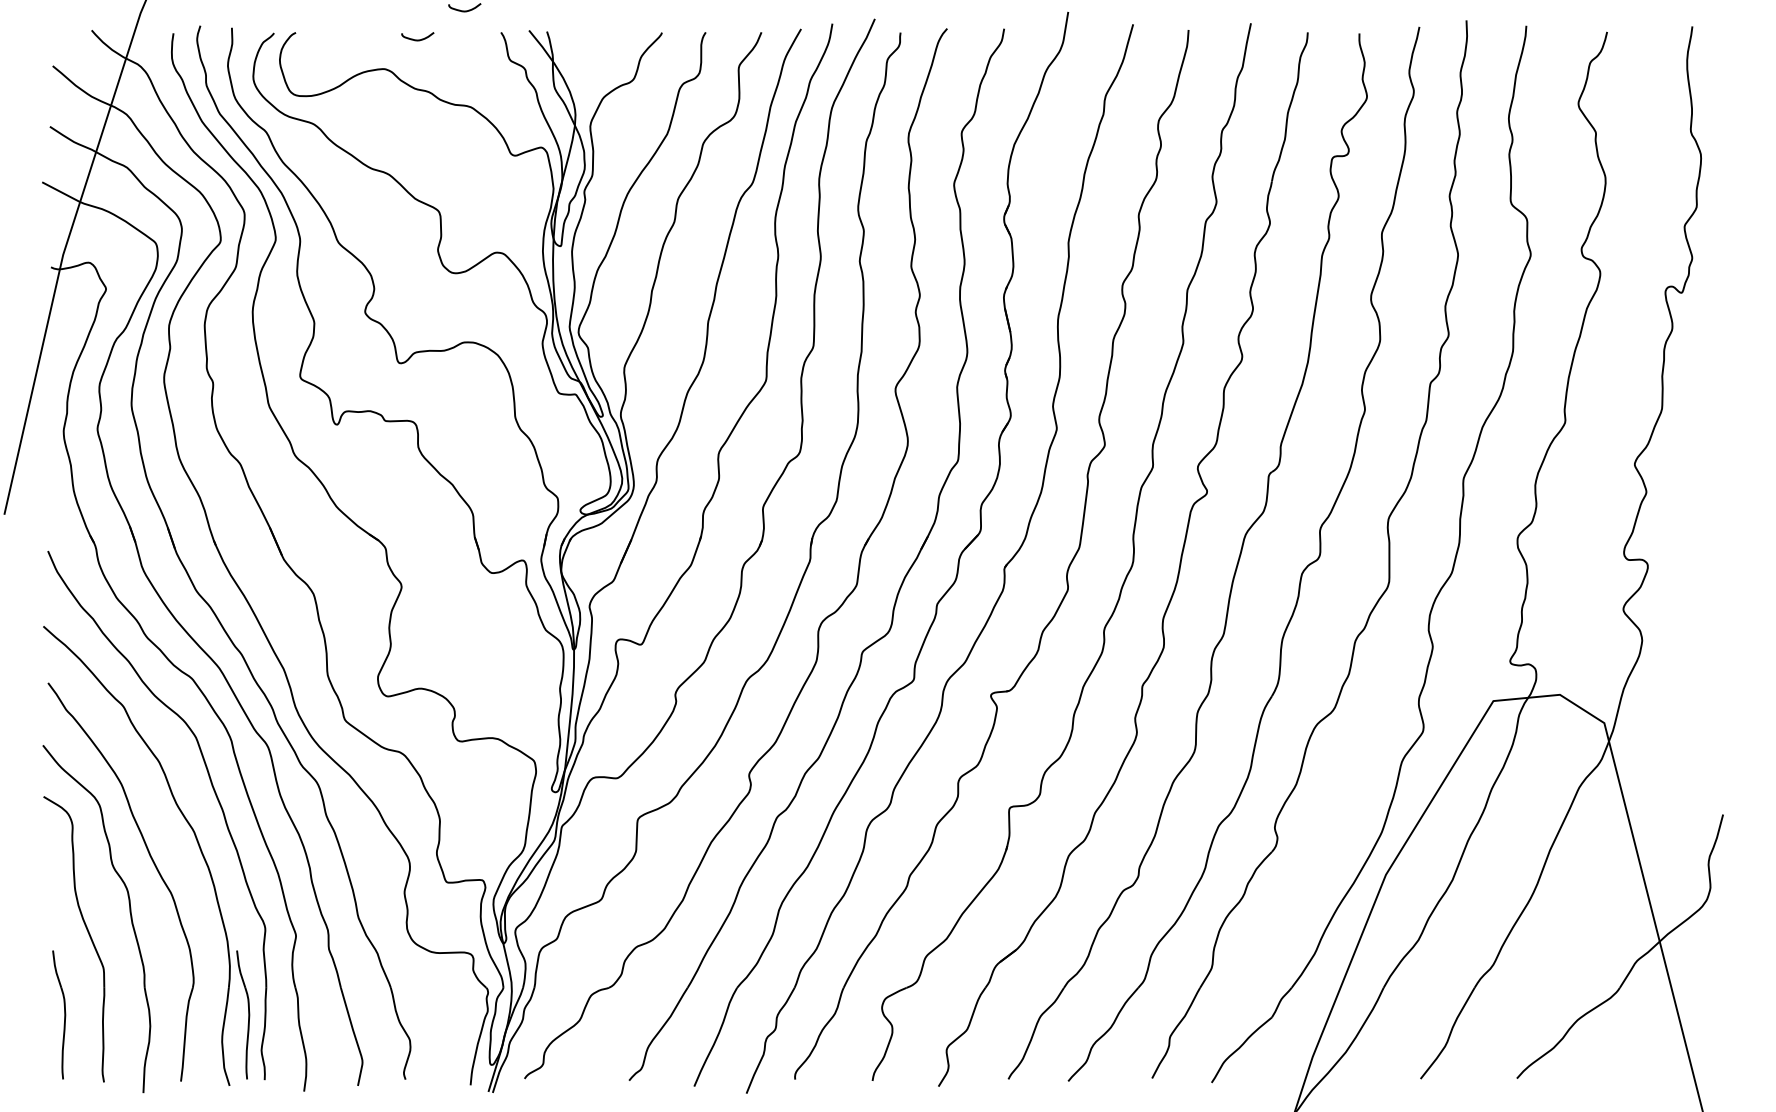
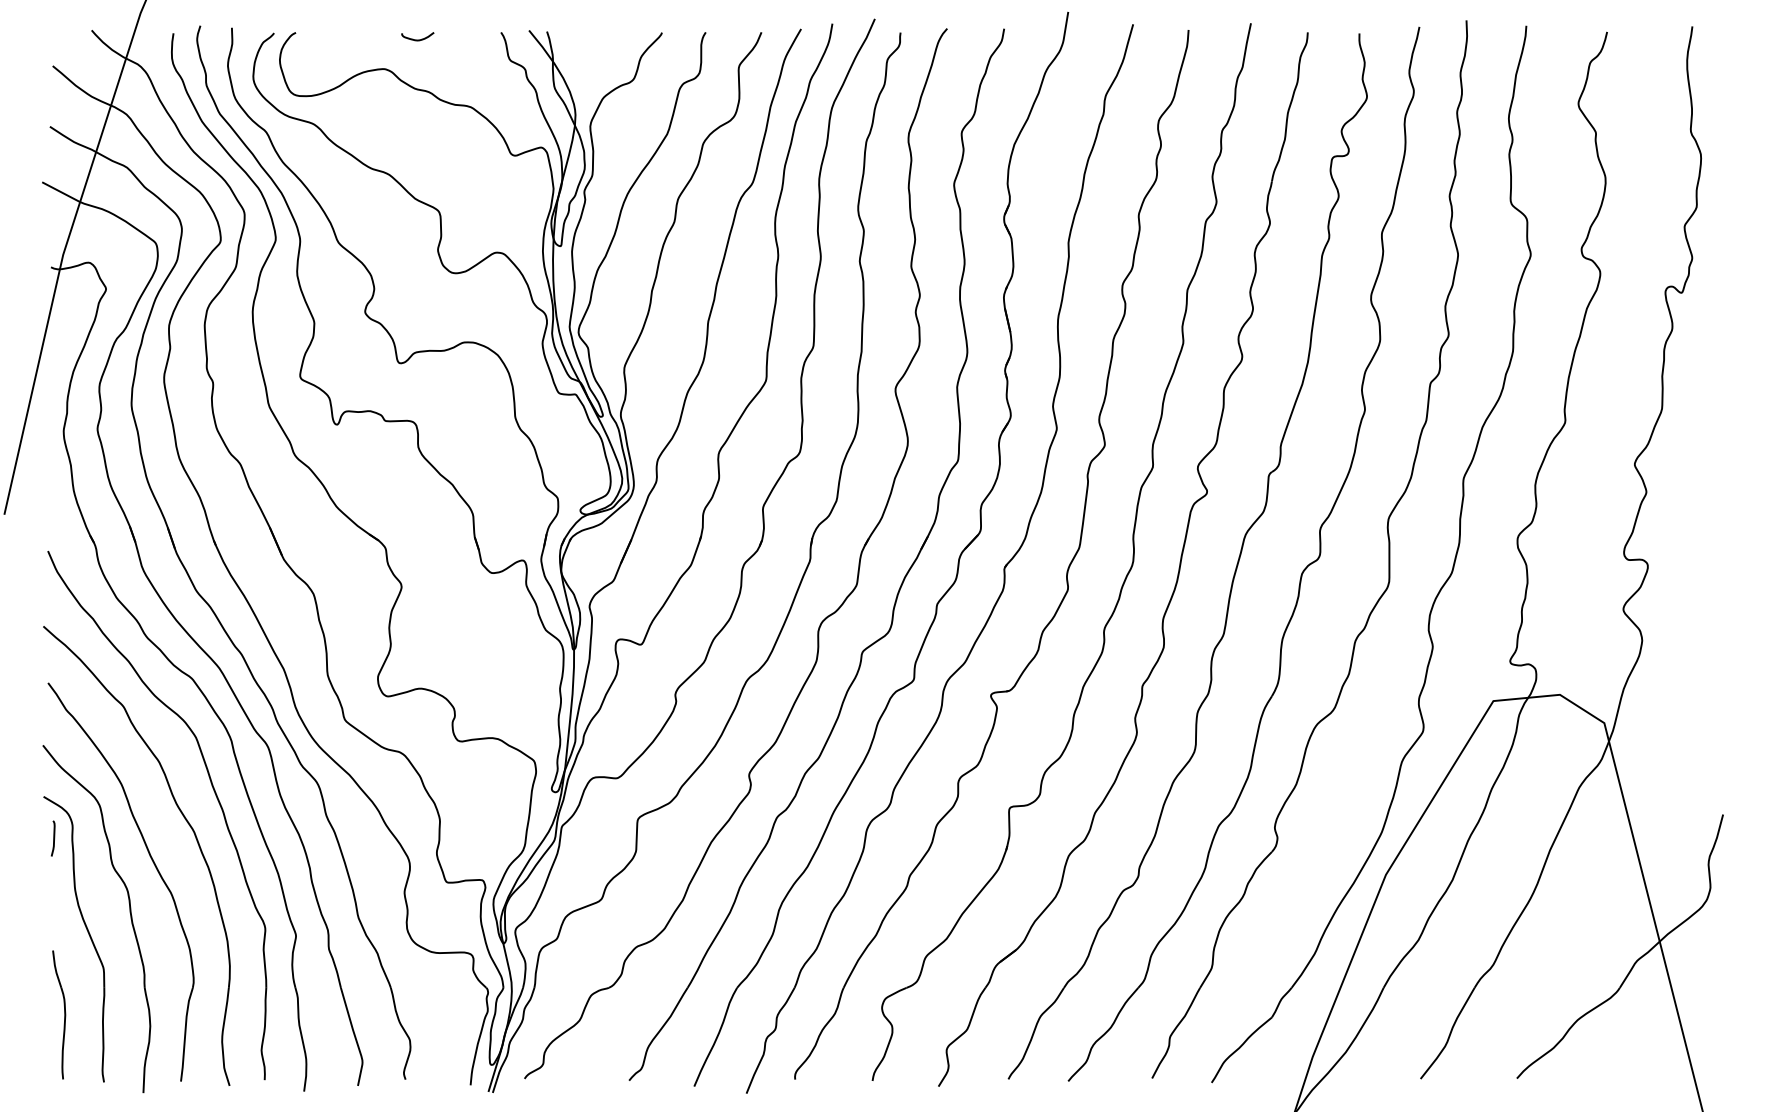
curve at (464, 10): present -> none
curve at (53, 838): none -> present
part at (243, 1014): present -> none
